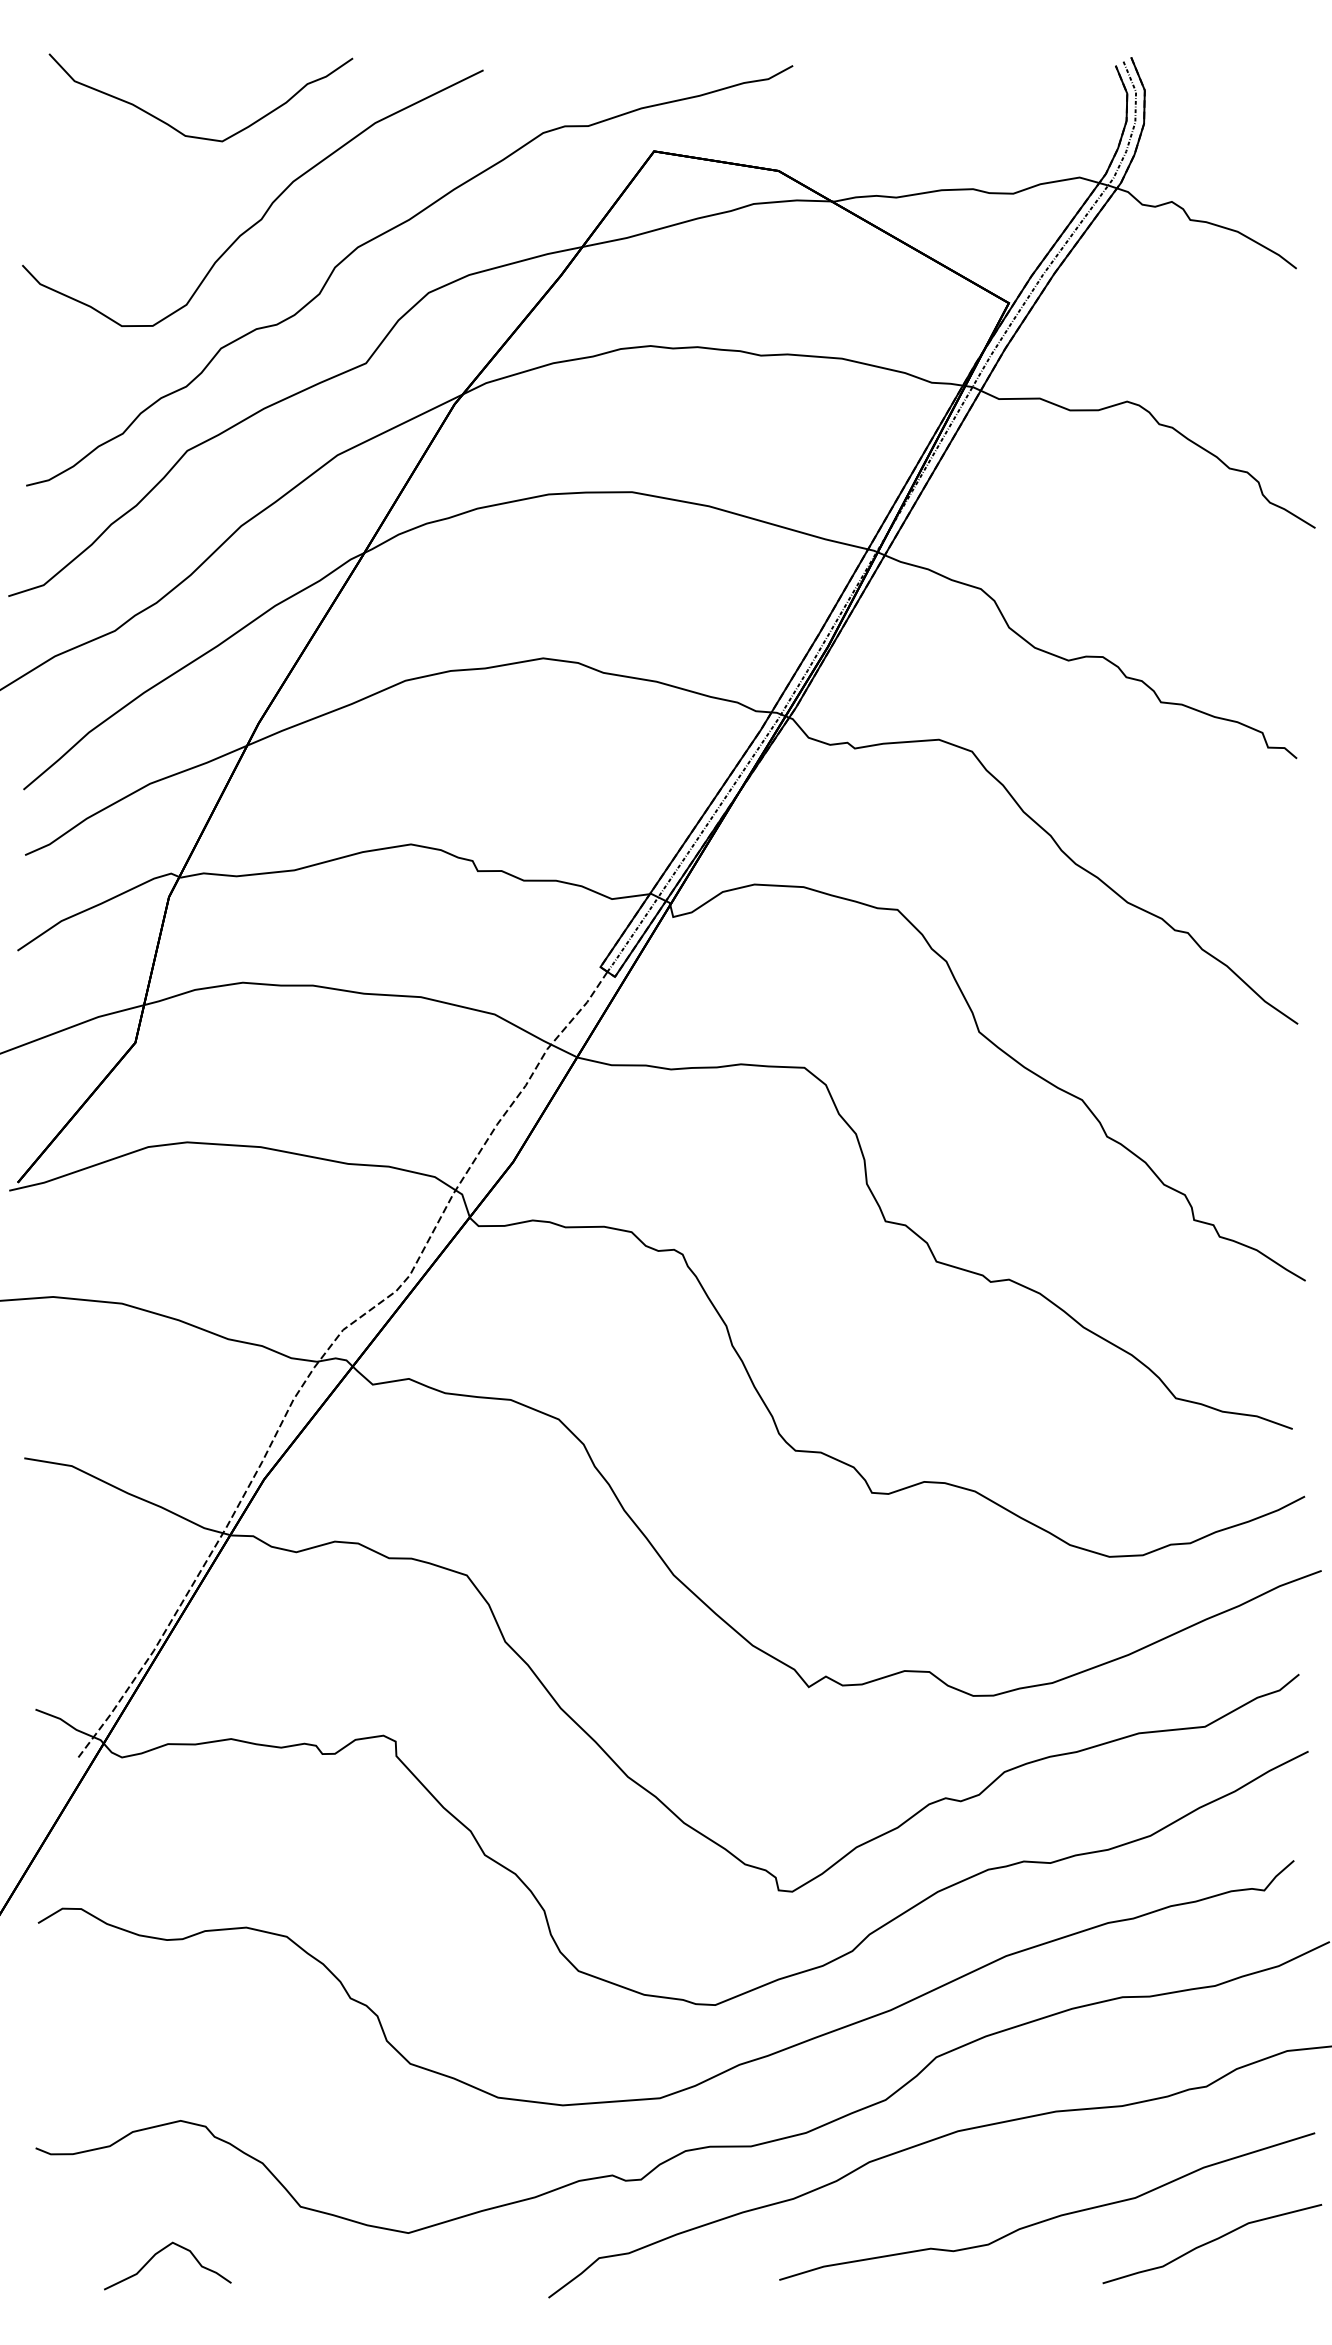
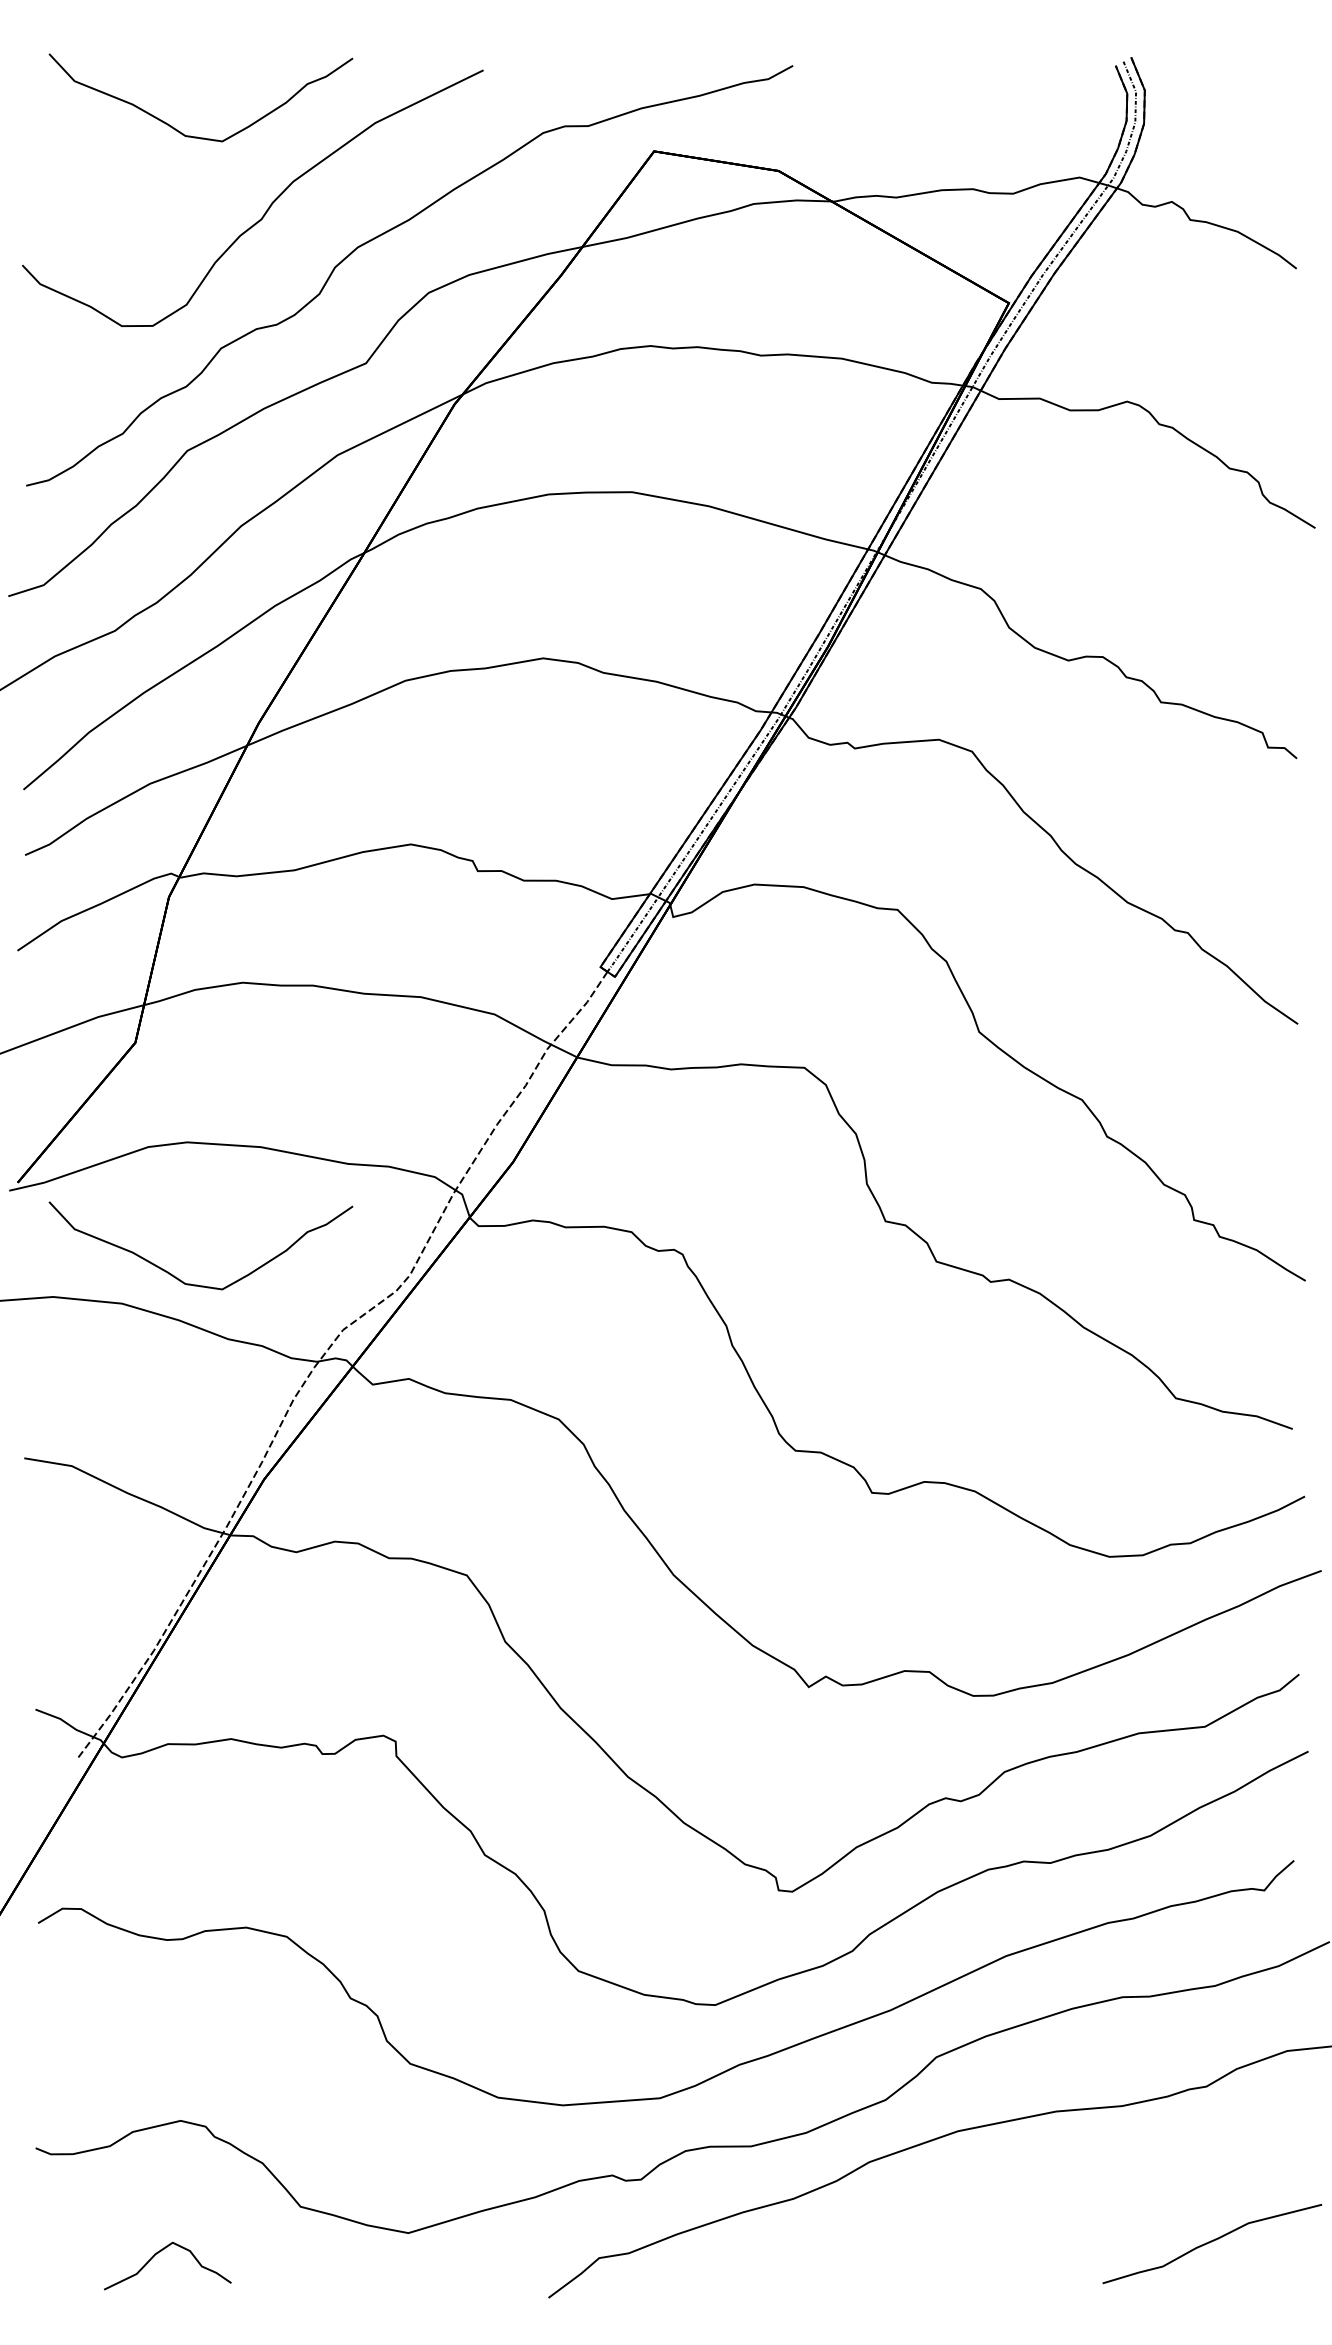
curve at (197, 1284): none -> present
curve at (1051, 2217): present -> none
